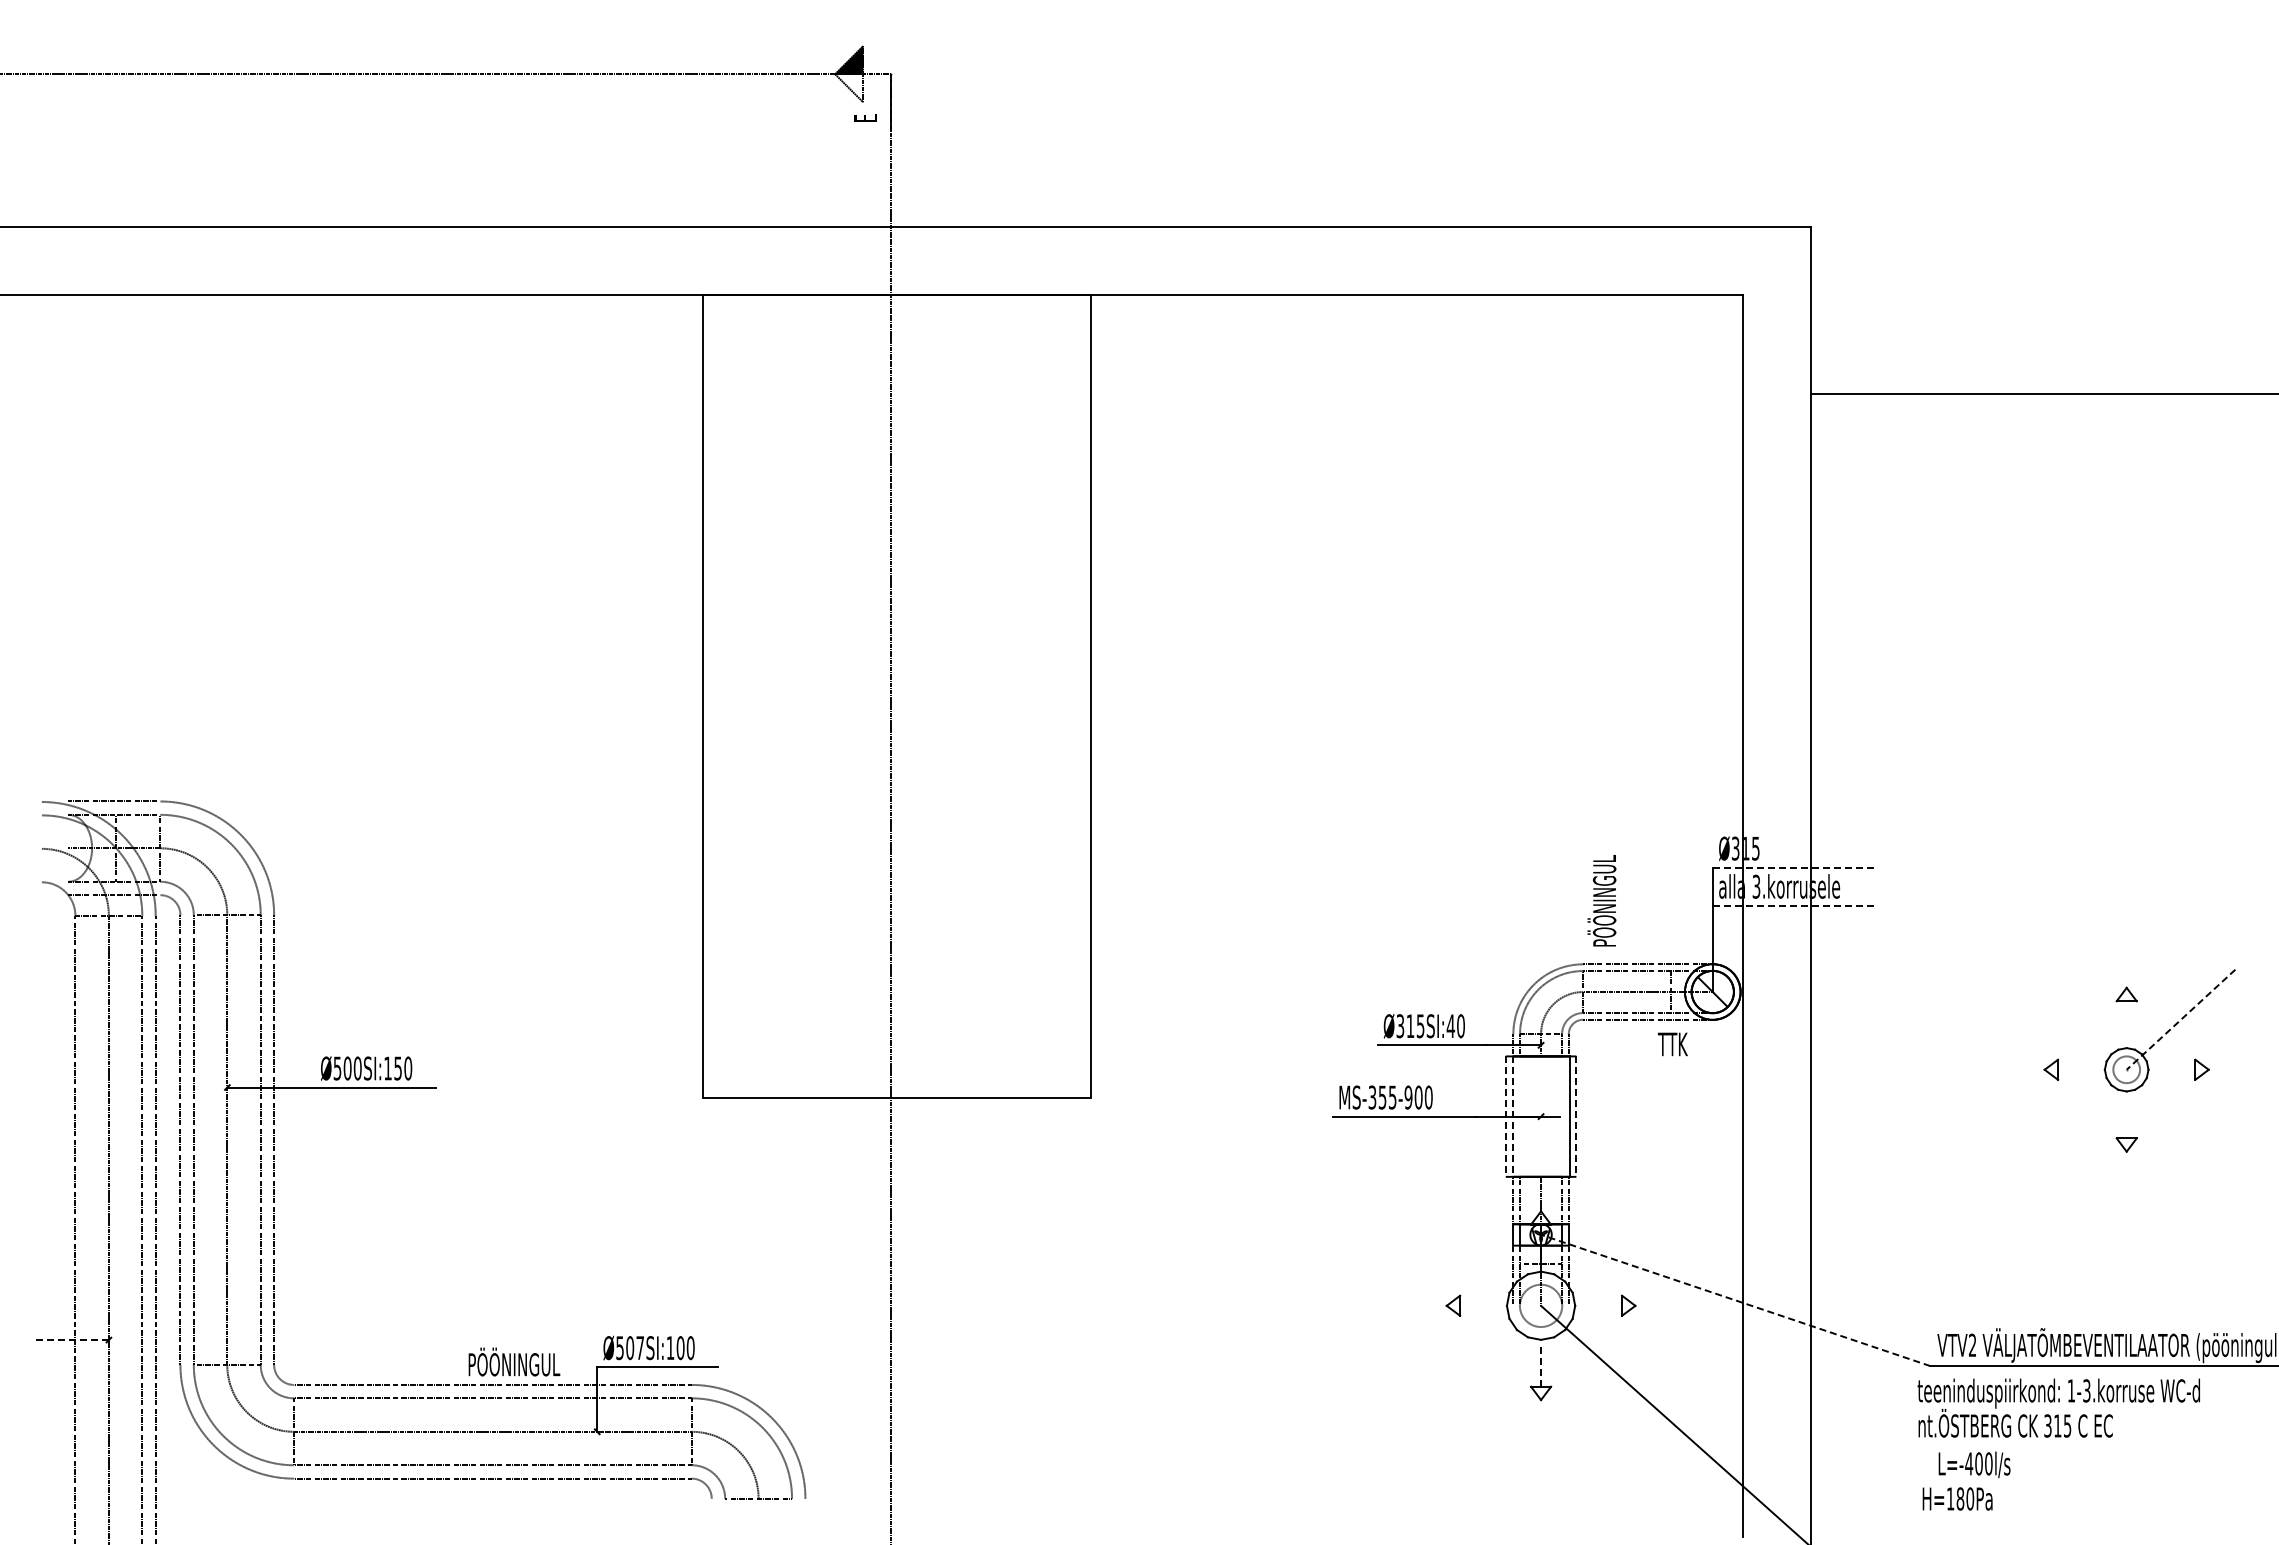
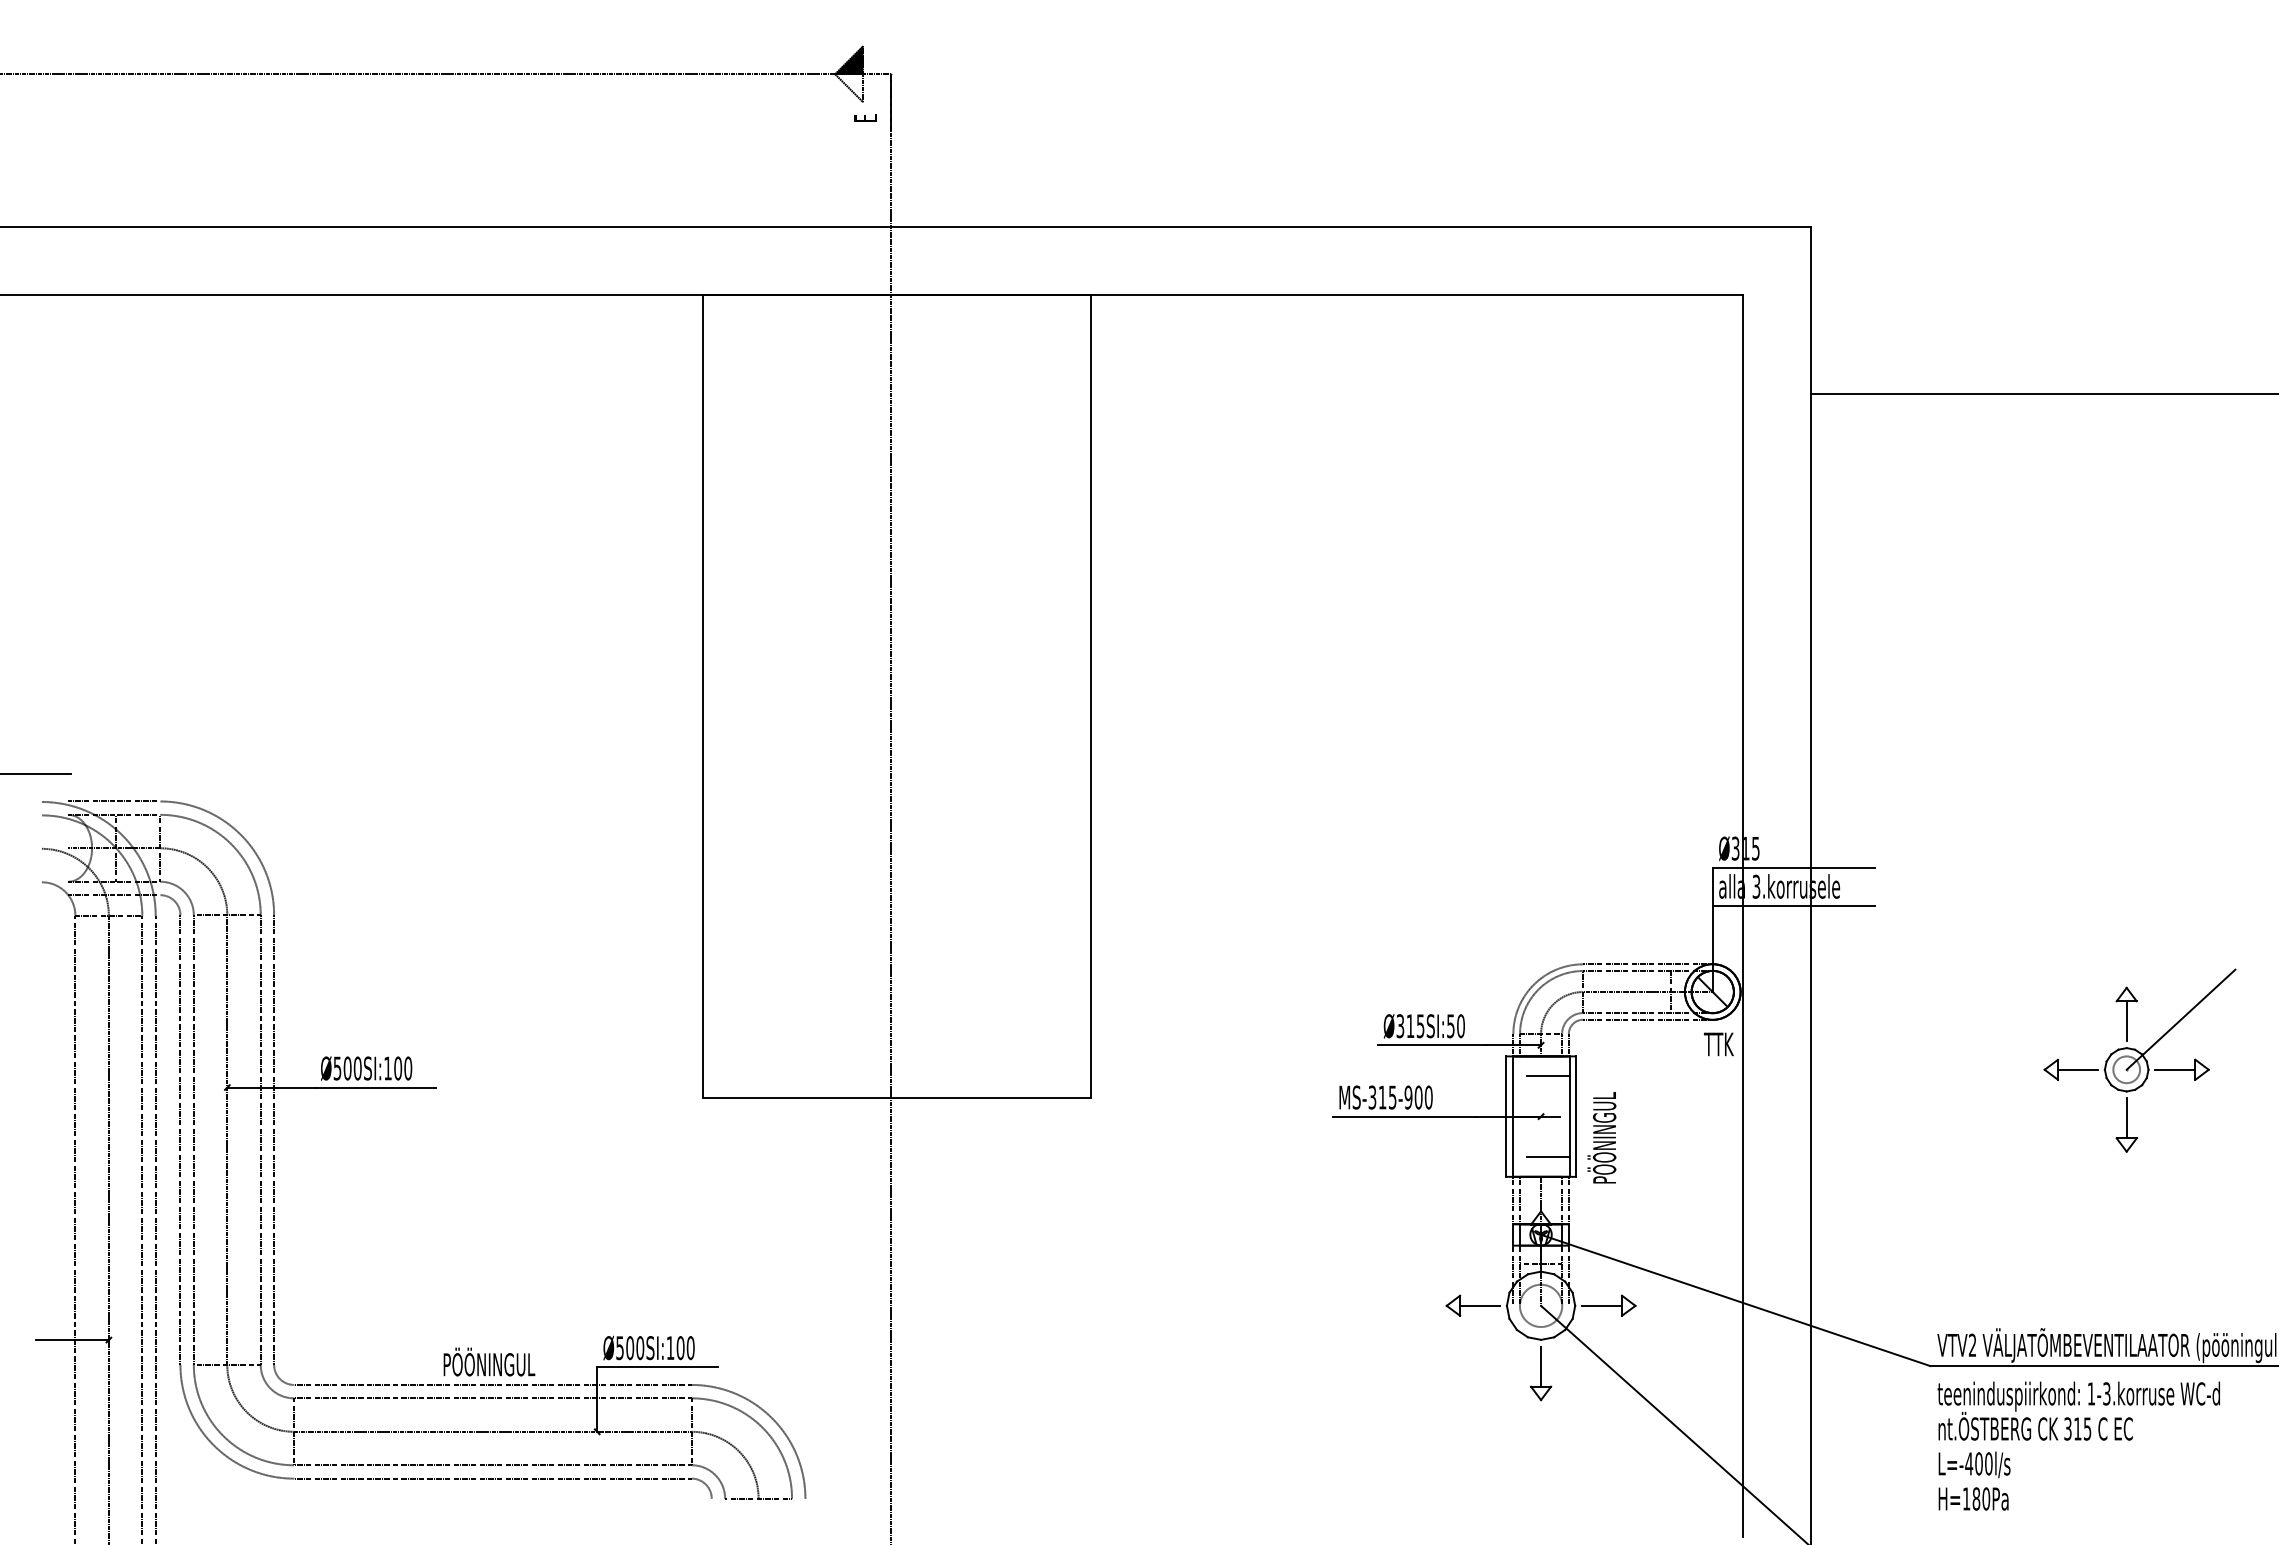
line at (36, 773): none -> present
line at (1794, 867): dashed -> solid
text at (1601, 900) position: (1601, 900) -> (1601, 1137)
line at (1794, 905): dashed -> solid
line at (2181, 1019): dashed -> solid
line at (2126, 1021): none -> present
text at (1450, 1026): Ø315SI:40 -> Ø315SI:50
text at (1672, 1044) position: (1672, 1044) -> (1718, 1044)
text at (398, 1068): Ø500SI:150 -> Ø500SI:100
line at (2078, 1069): none -> present
line at (2175, 1069): none -> present
line at (1547, 1076): none -> present
text at (1382, 1097): MS-355-900 -> MS-315-900
line at (1505, 1117): dashed -> solid
line at (1512, 1117): dashed -> solid
line at (1576, 1117): dashed -> solid
line at (2126, 1118): none -> present
line at (1547, 1156): none -> present
line at (1735, 1300): dashed -> solid
line at (1480, 1305): none -> present
line at (1601, 1305): none -> present
line at (71, 1340): dashed -> solid
text at (640, 1348): Ø507SI:100 -> Ø500SI:100
text at (514, 1361) position: (514, 1361) -> (489, 1361)
line at (1541, 1367): dashed -> solid
text at (2058, 1407) position: (2058, 1407) -> (2078, 1410)
text at (1957, 1498) position: (1957, 1498) -> (1973, 1498)
